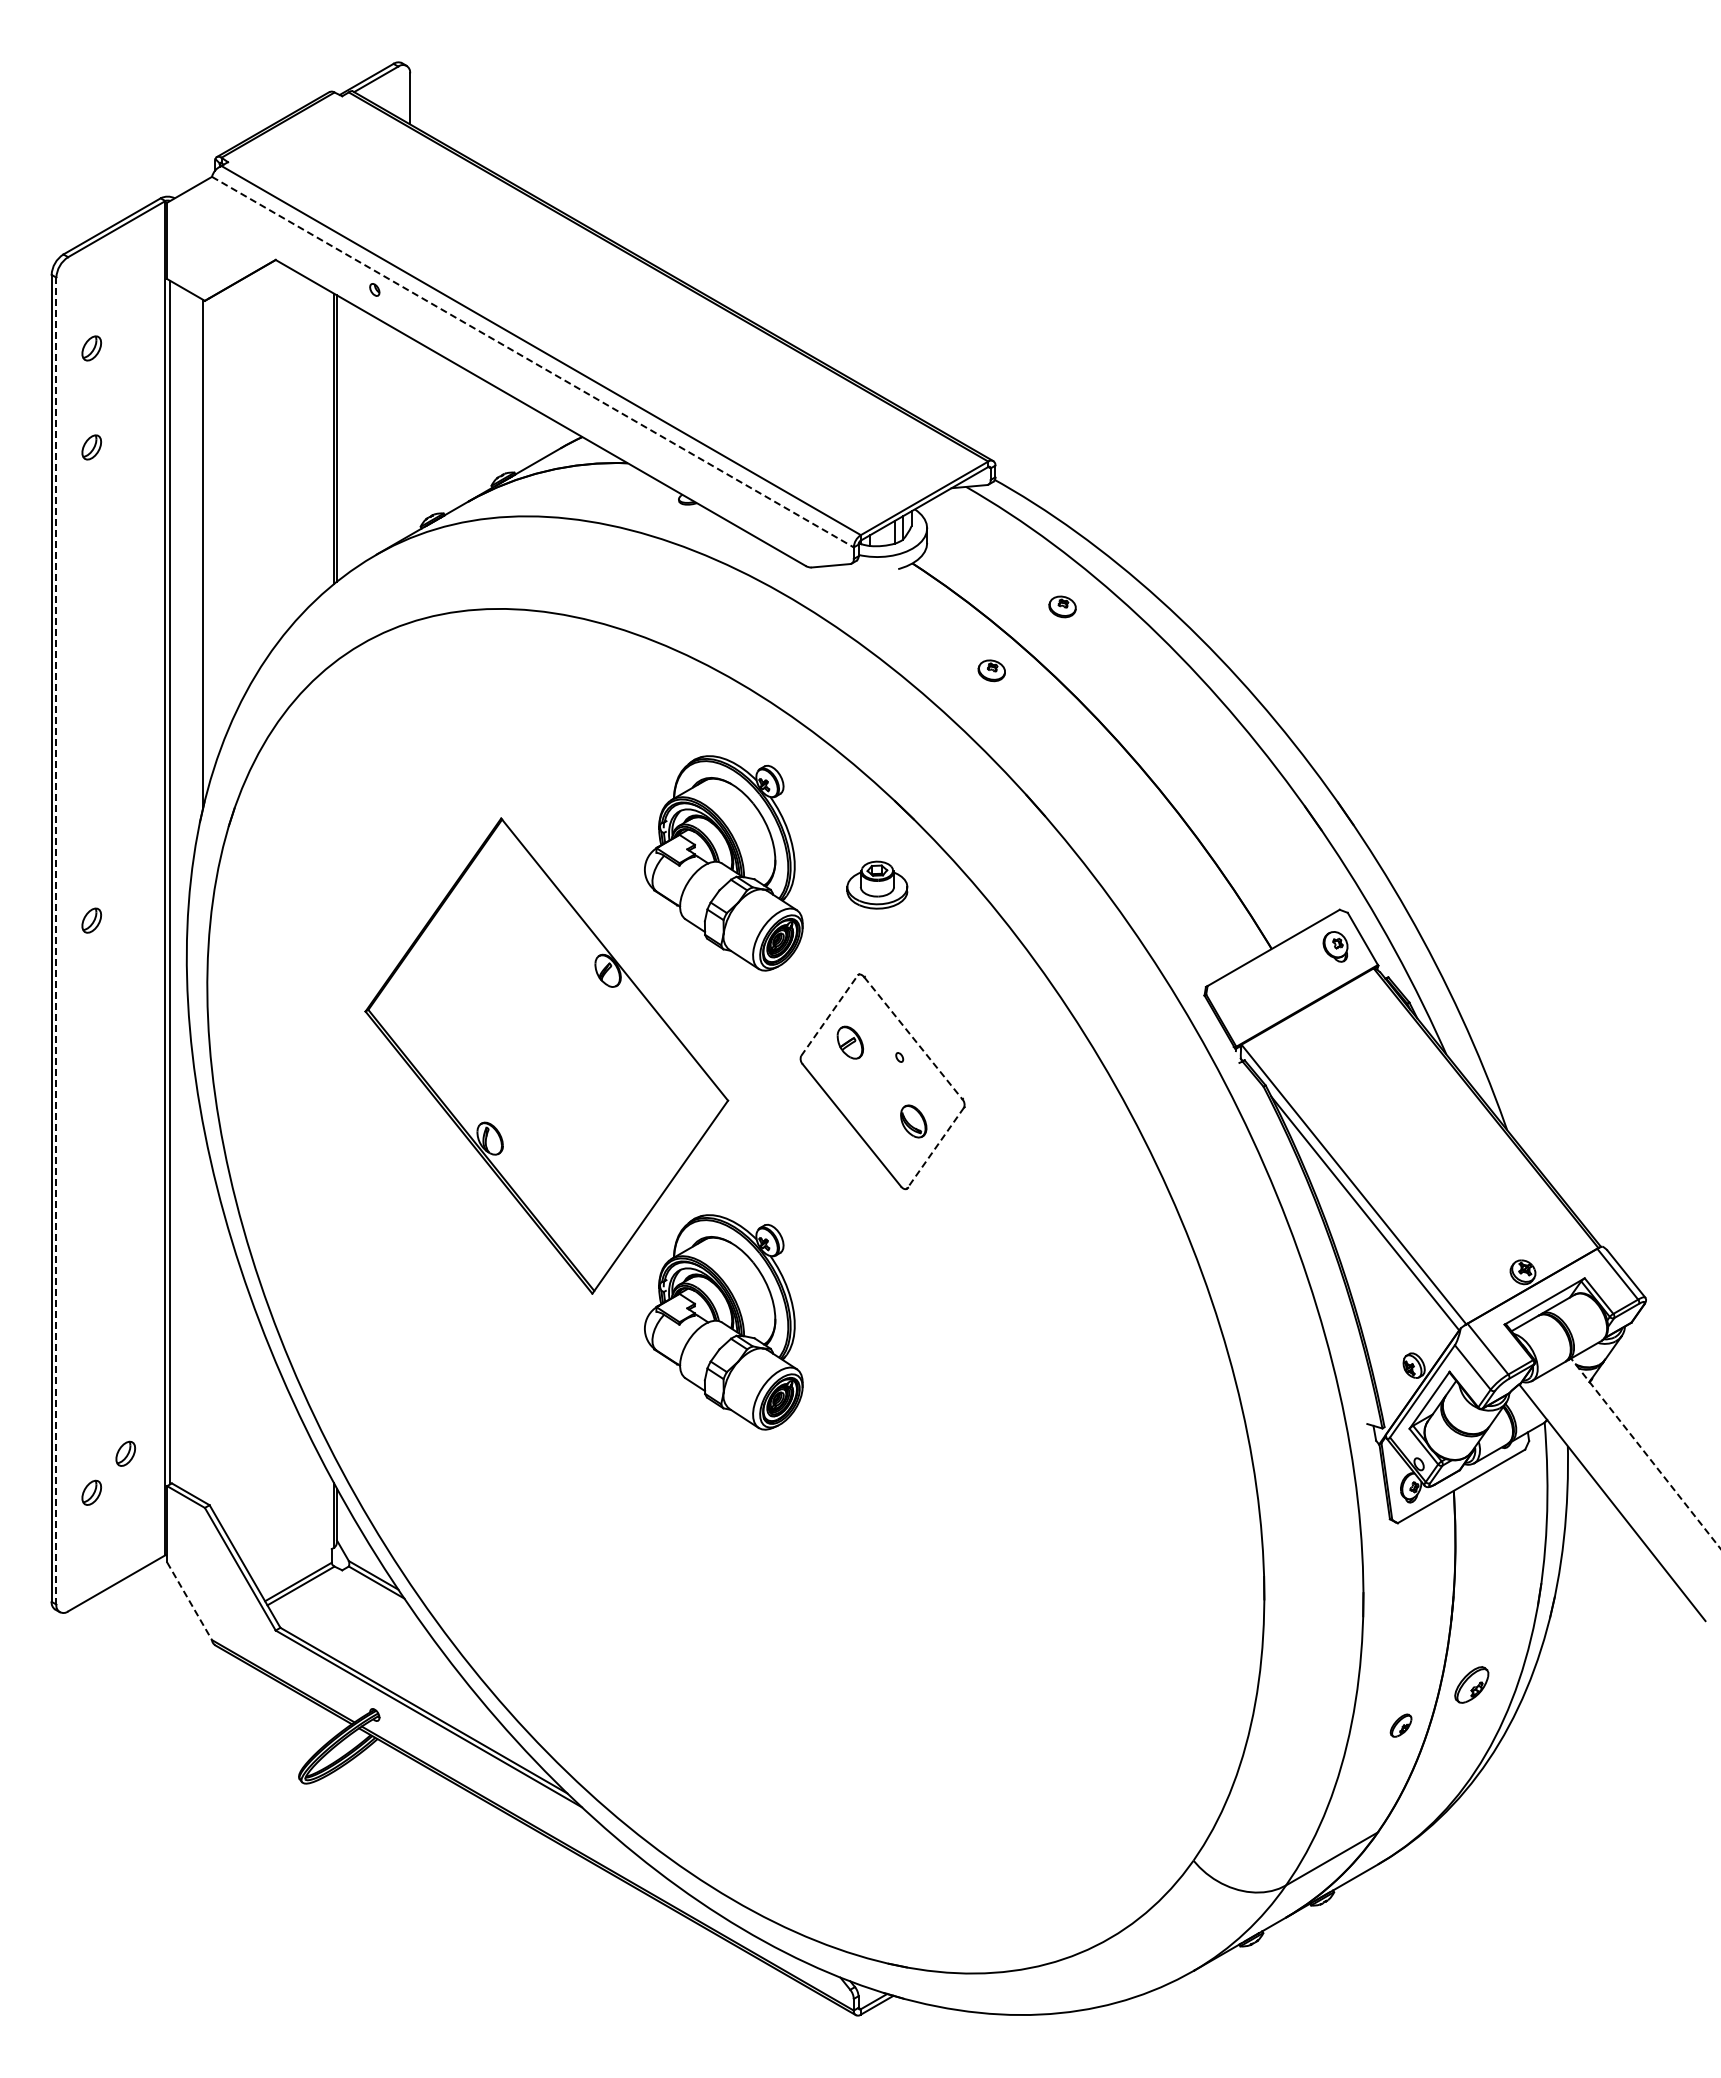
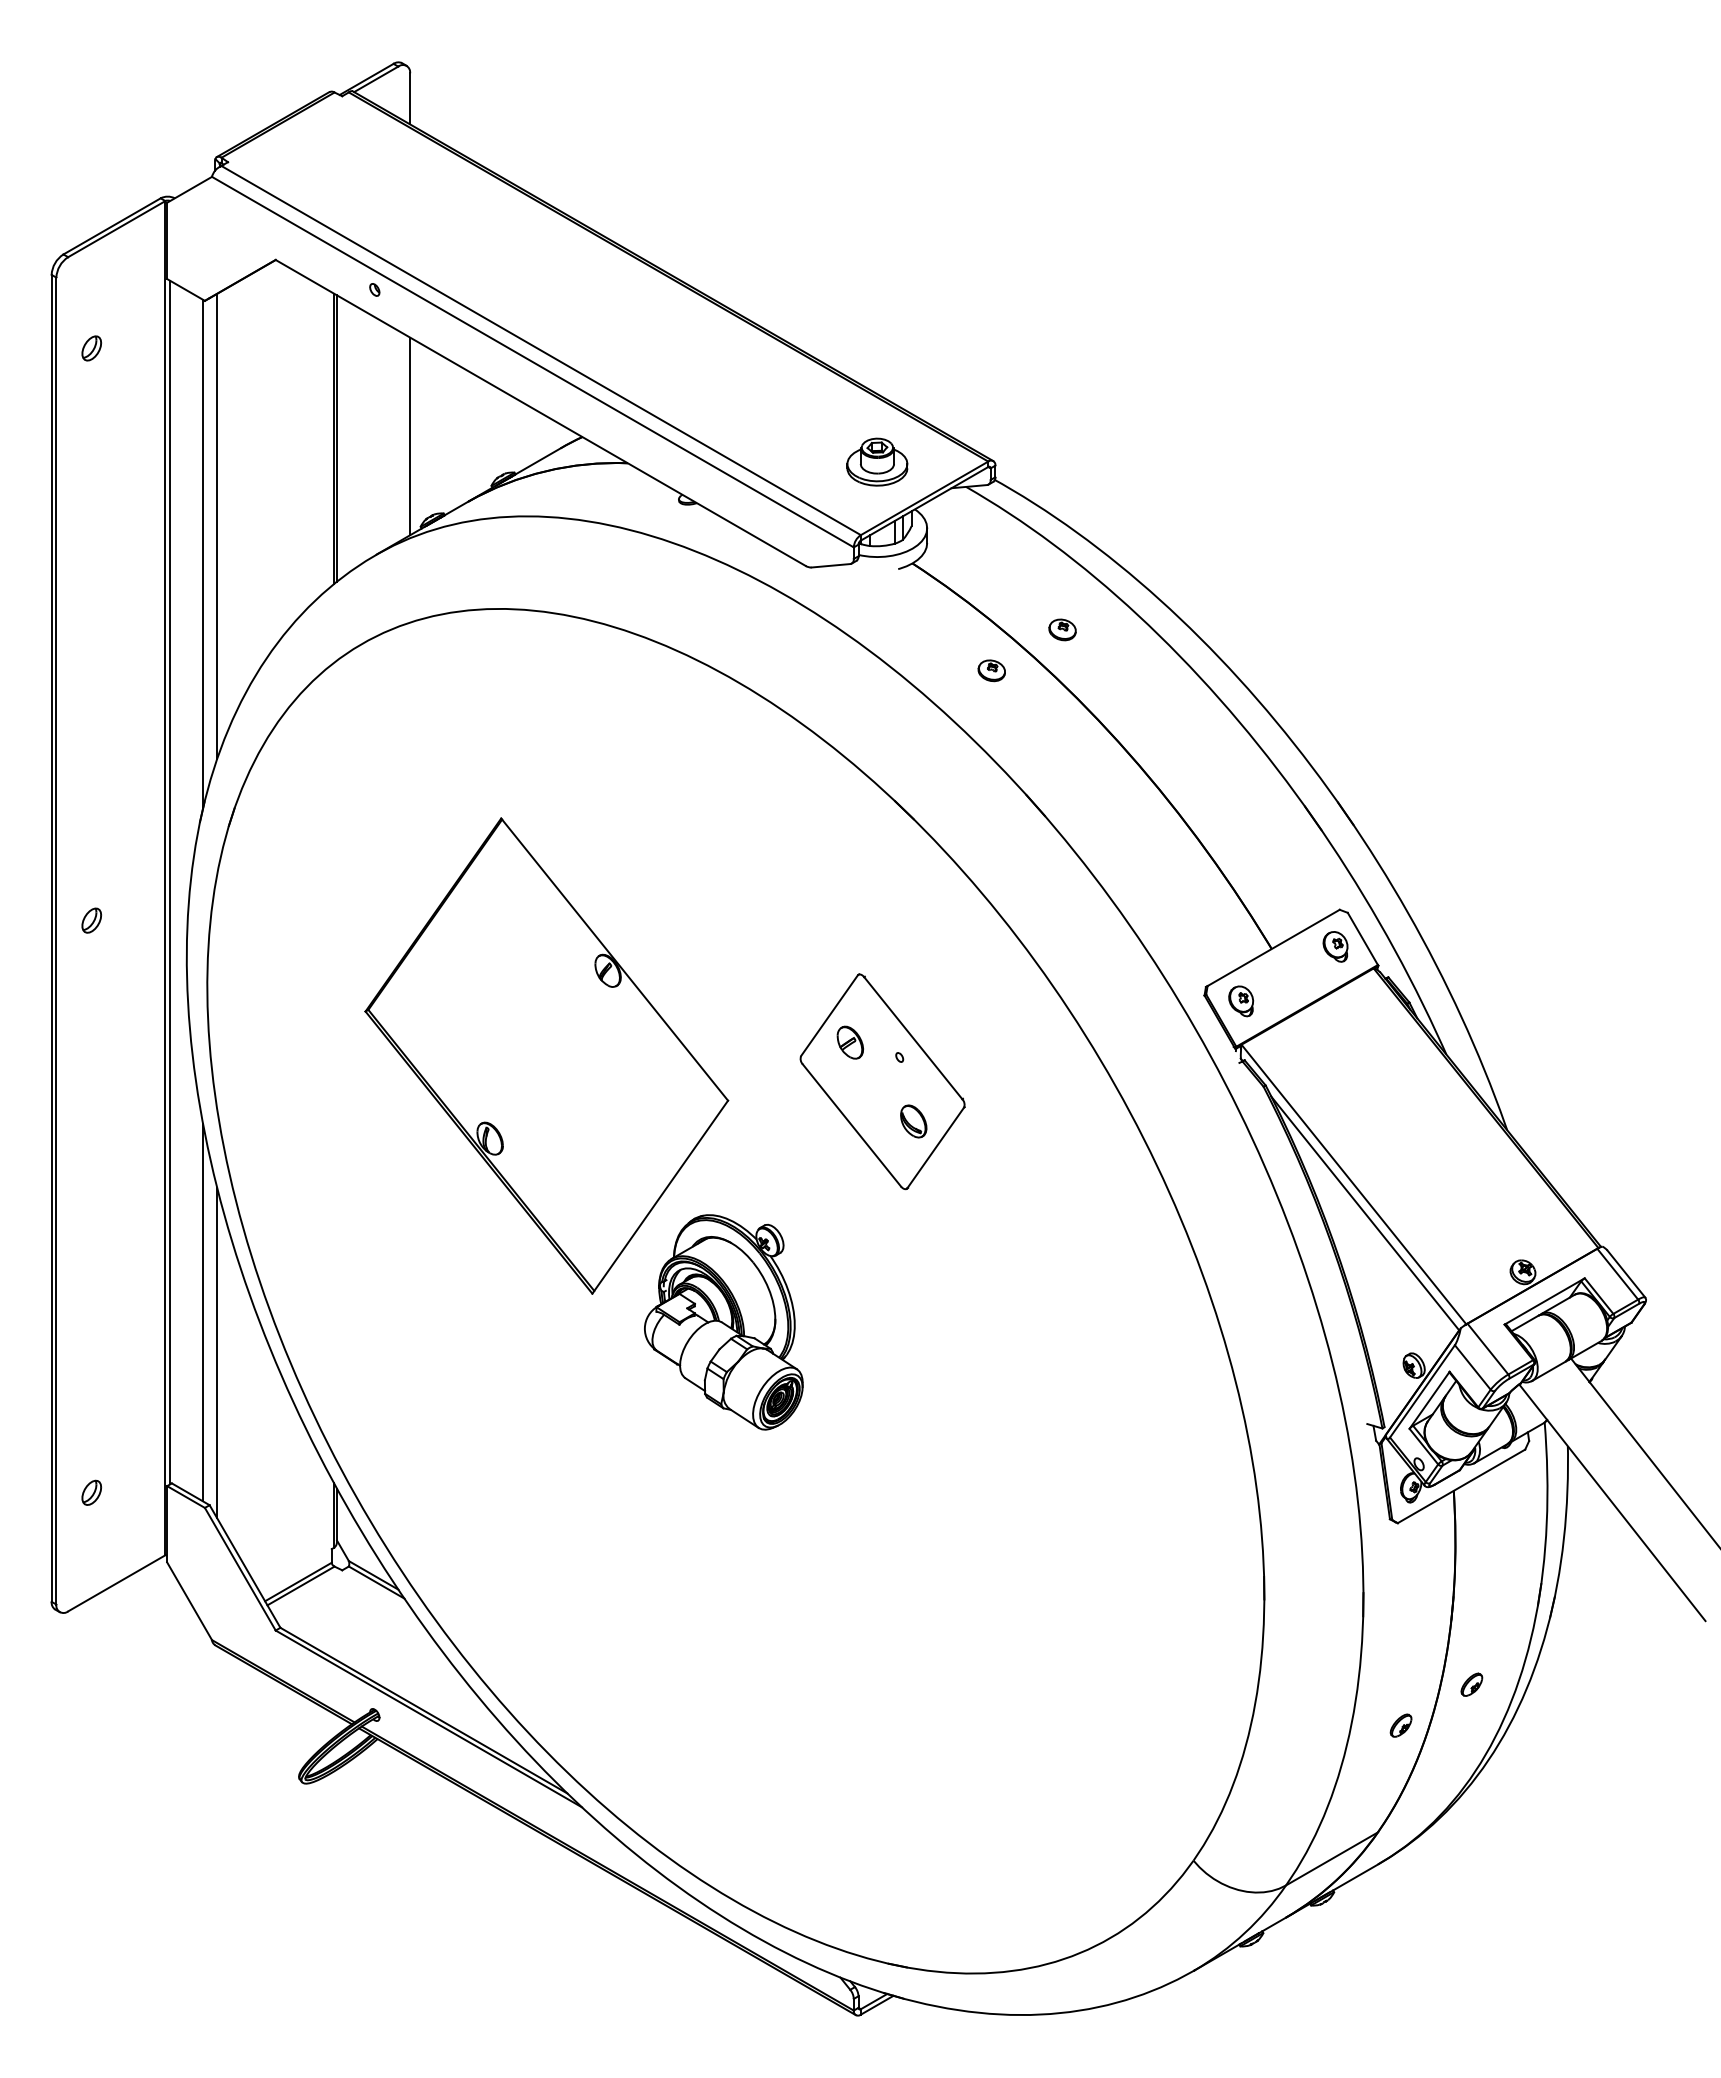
line at (532, 362): dashed -> solid
line at (410, 436): none -> present
part at (91, 447): present -> none
line at (217, 525): none -> present
part at (1062, 606) position: (1062, 606) -> (1062, 629)
part at (723, 863): present -> none
part at (877, 884) position: (877, 884) -> (877, 461)
line at (56, 940): dashed -> solid
part at (1241, 1001): none -> present
line at (829, 1015): dashed -> solid
line at (913, 1038): dashed -> solid
line at (935, 1148): dashed -> solid
line at (203, 1312): none -> present
line at (217, 1353): none -> present
part at (125, 1453): present -> none
line at (1645, 1453): dashed -> solid
line at (189, 1601): dashed -> solid
part at (1471, 1684) size: 36x38 px -> 24x25 px
